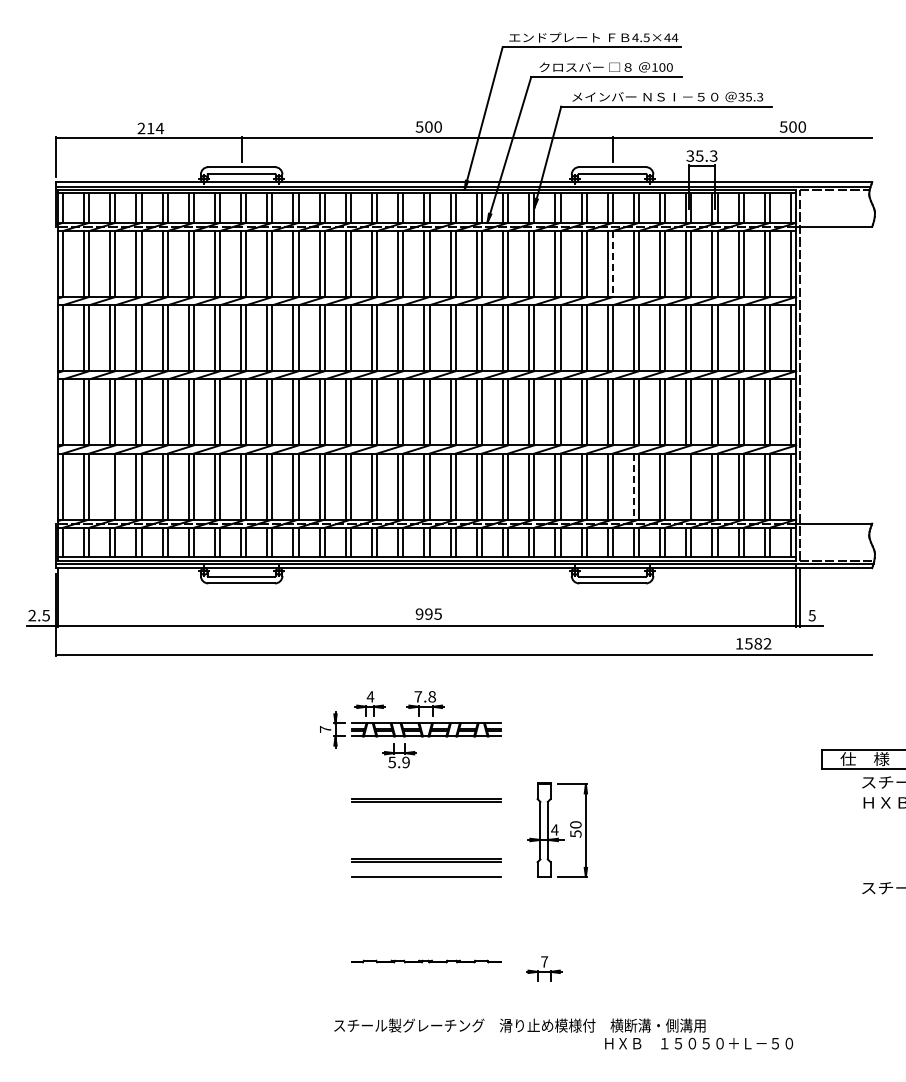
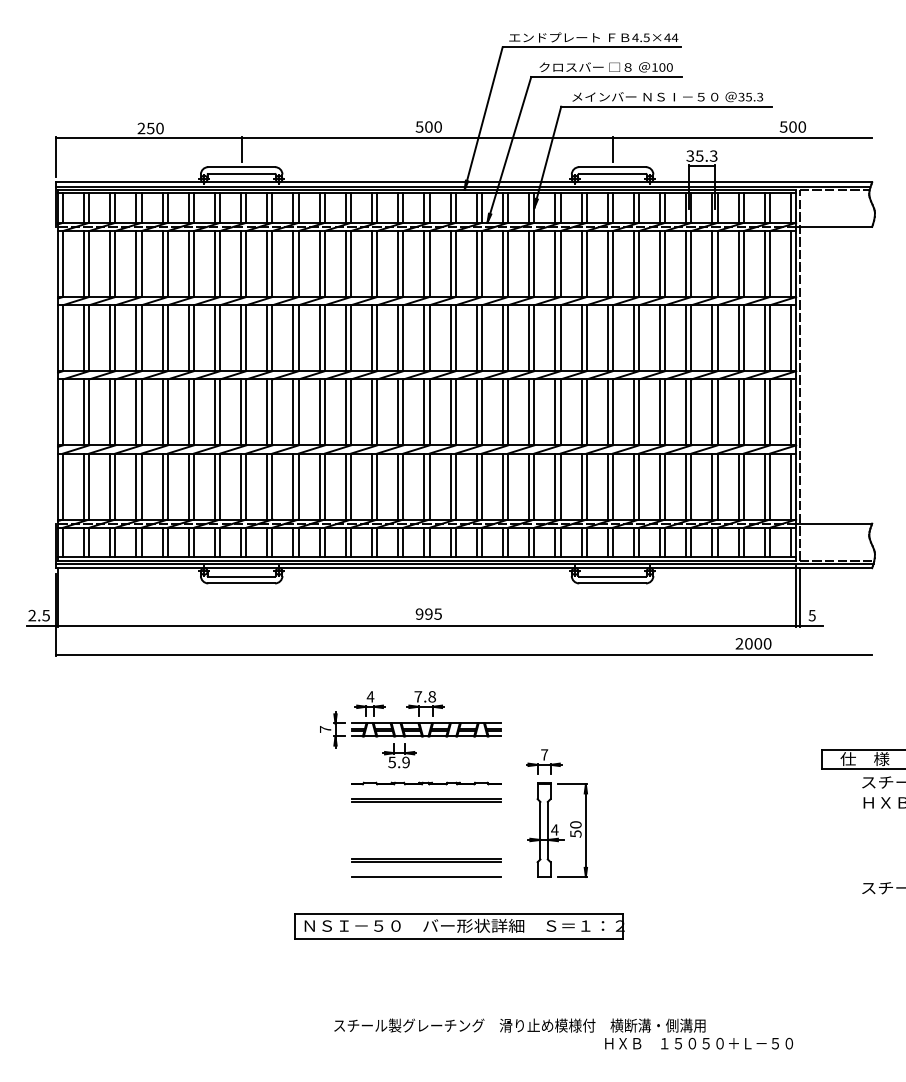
text at (155, 128): 214 -> 250
line at (612, 264): dashed -> solid
line at (110, 486): none -> present
line at (686, 486): none -> present
line at (633, 487): dashed -> solid
text at (753, 643): 1582 -> 2000
part at (459, 926): none -> present
part at (426, 961) position: (426, 961) -> (426, 783)
part at (544, 968) position: (544, 968) -> (544, 761)
